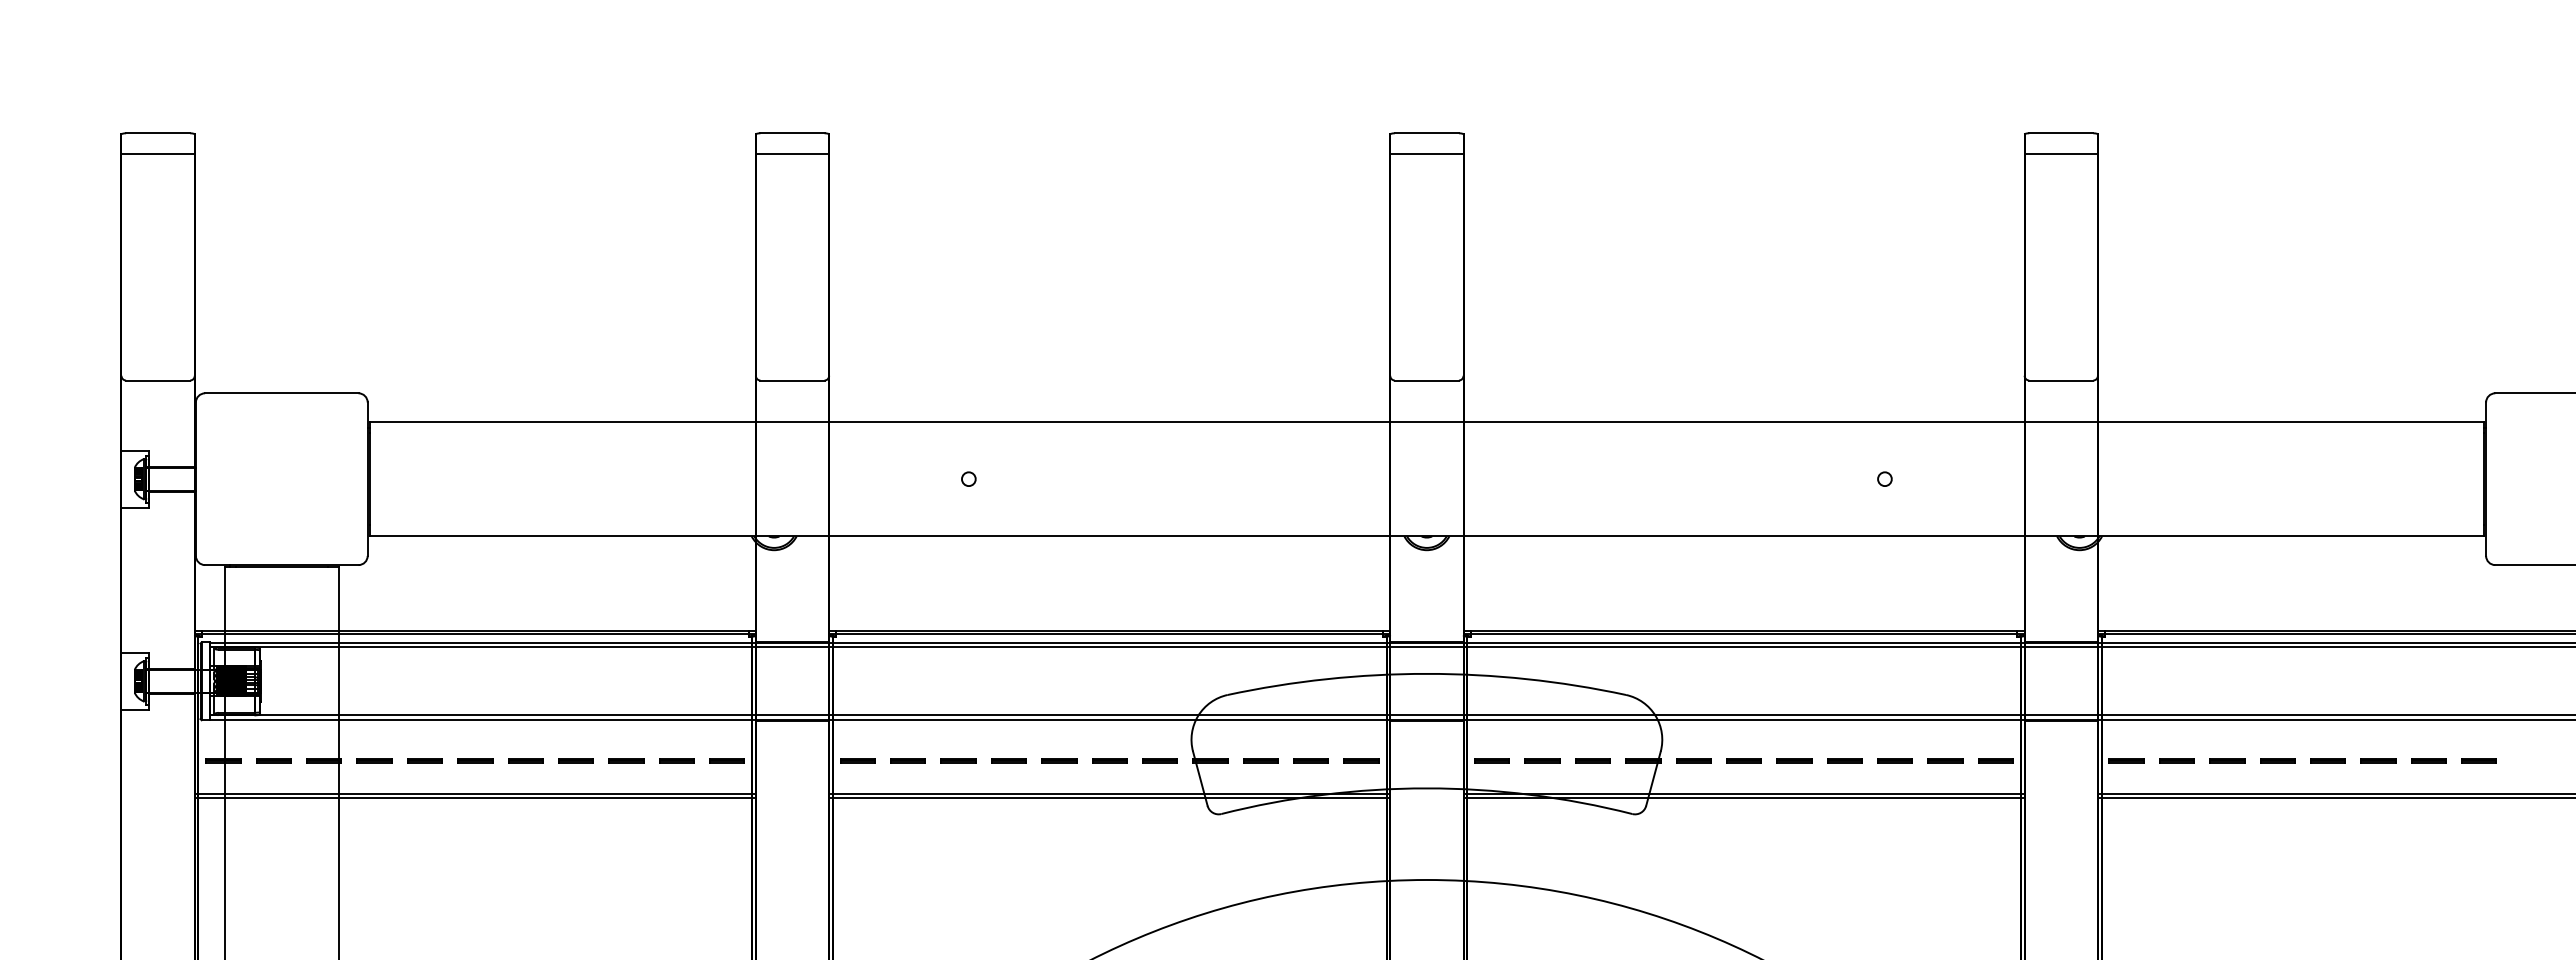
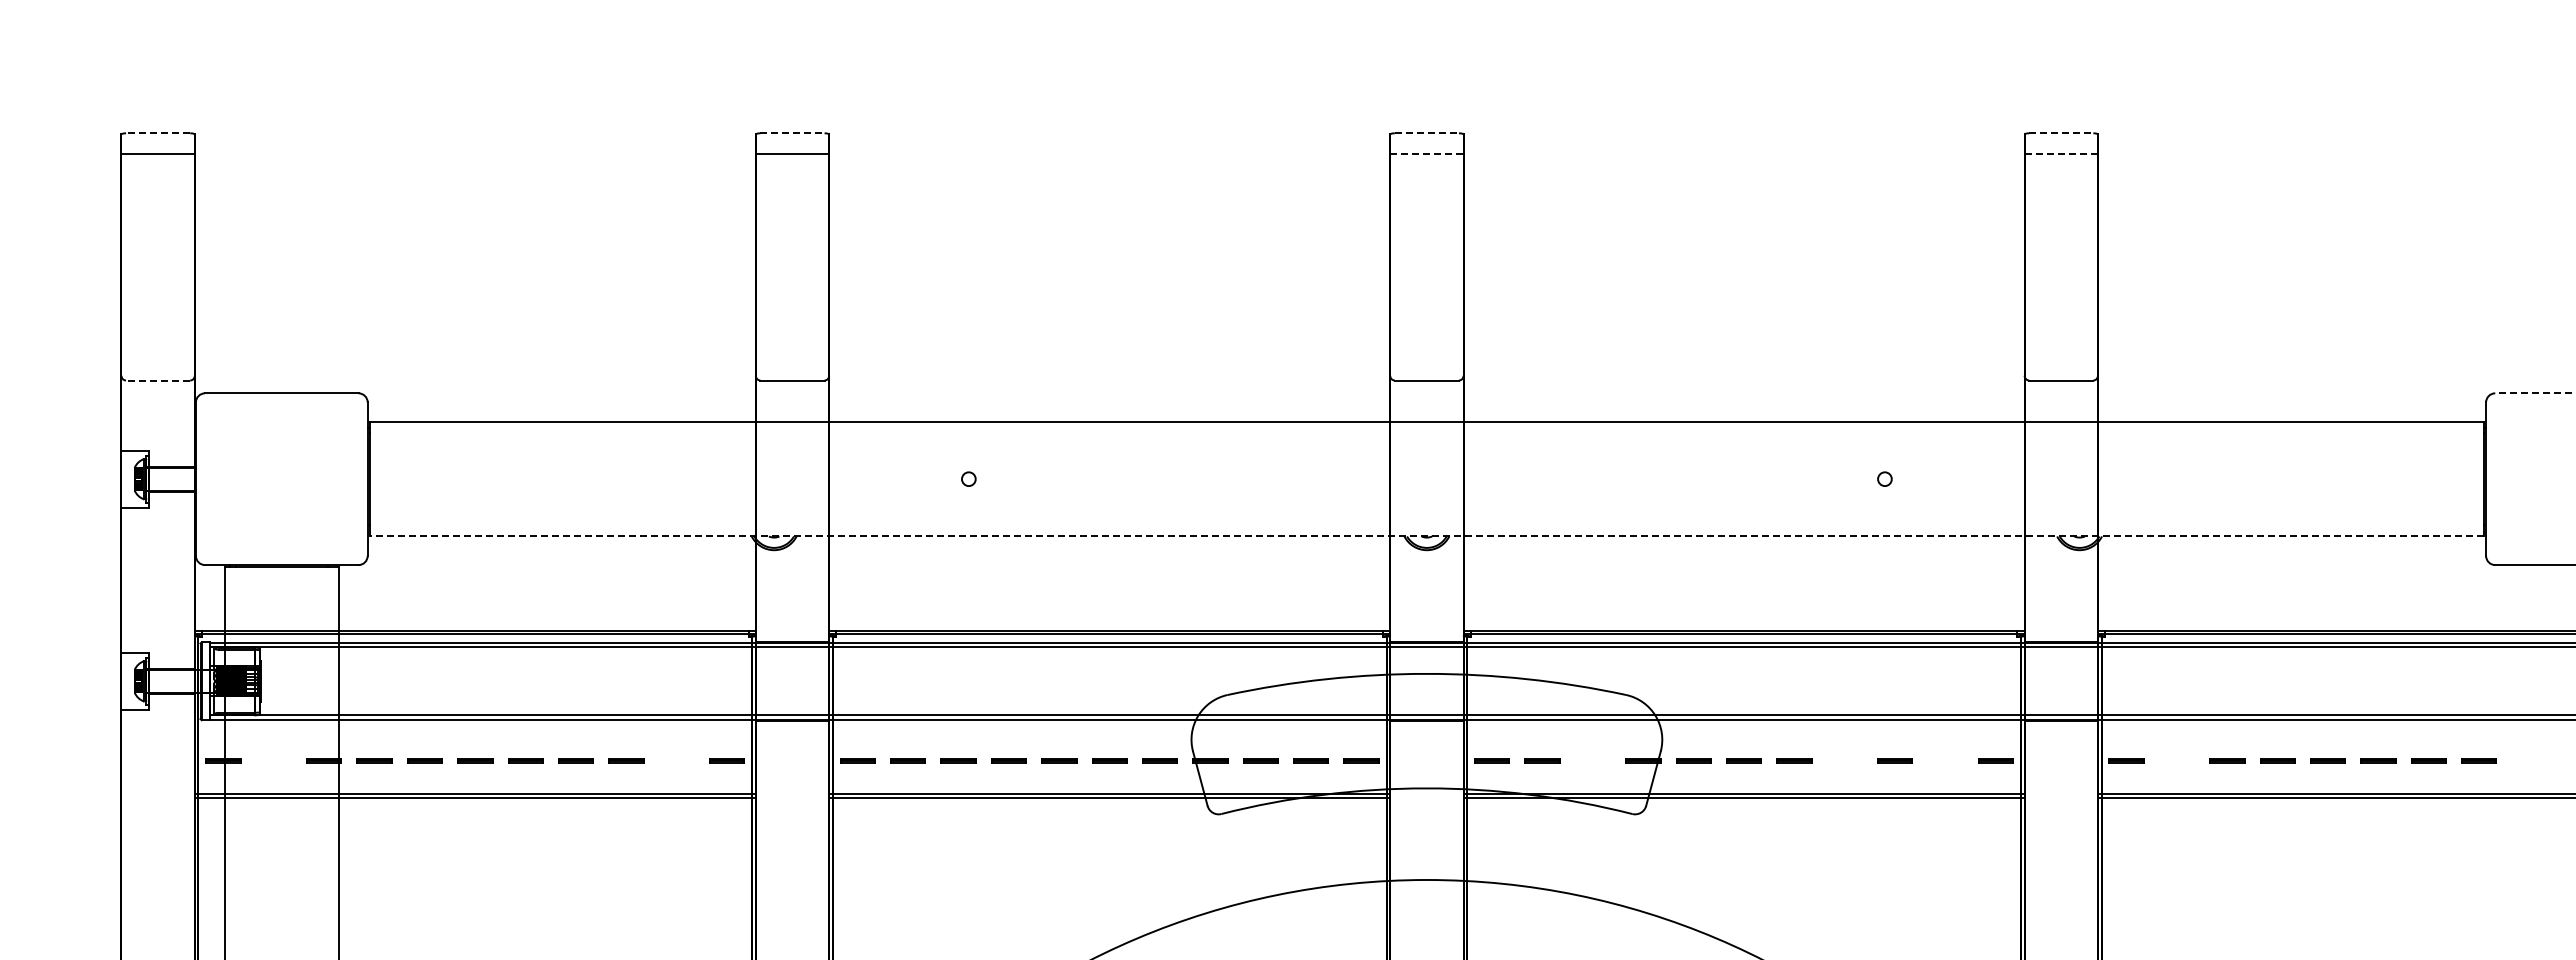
line at (157, 133): solid -> dashed
line at (793, 133): solid -> dashed
line at (1427, 133): solid -> dashed
line at (2061, 133): solid -> dashed
line at (1426, 153): solid -> dashed
line at (2061, 153): solid -> dashed
line at (157, 380): solid -> dashed
line at (2535, 393): solid -> dashed
line at (1426, 536): solid -> dashed
part at (273, 760): present -> none
part at (676, 760): present -> none
part at (1592, 760): present -> none
part at (1844, 760): present -> none
part at (1945, 760): present -> none
part at (2176, 760): present -> none
